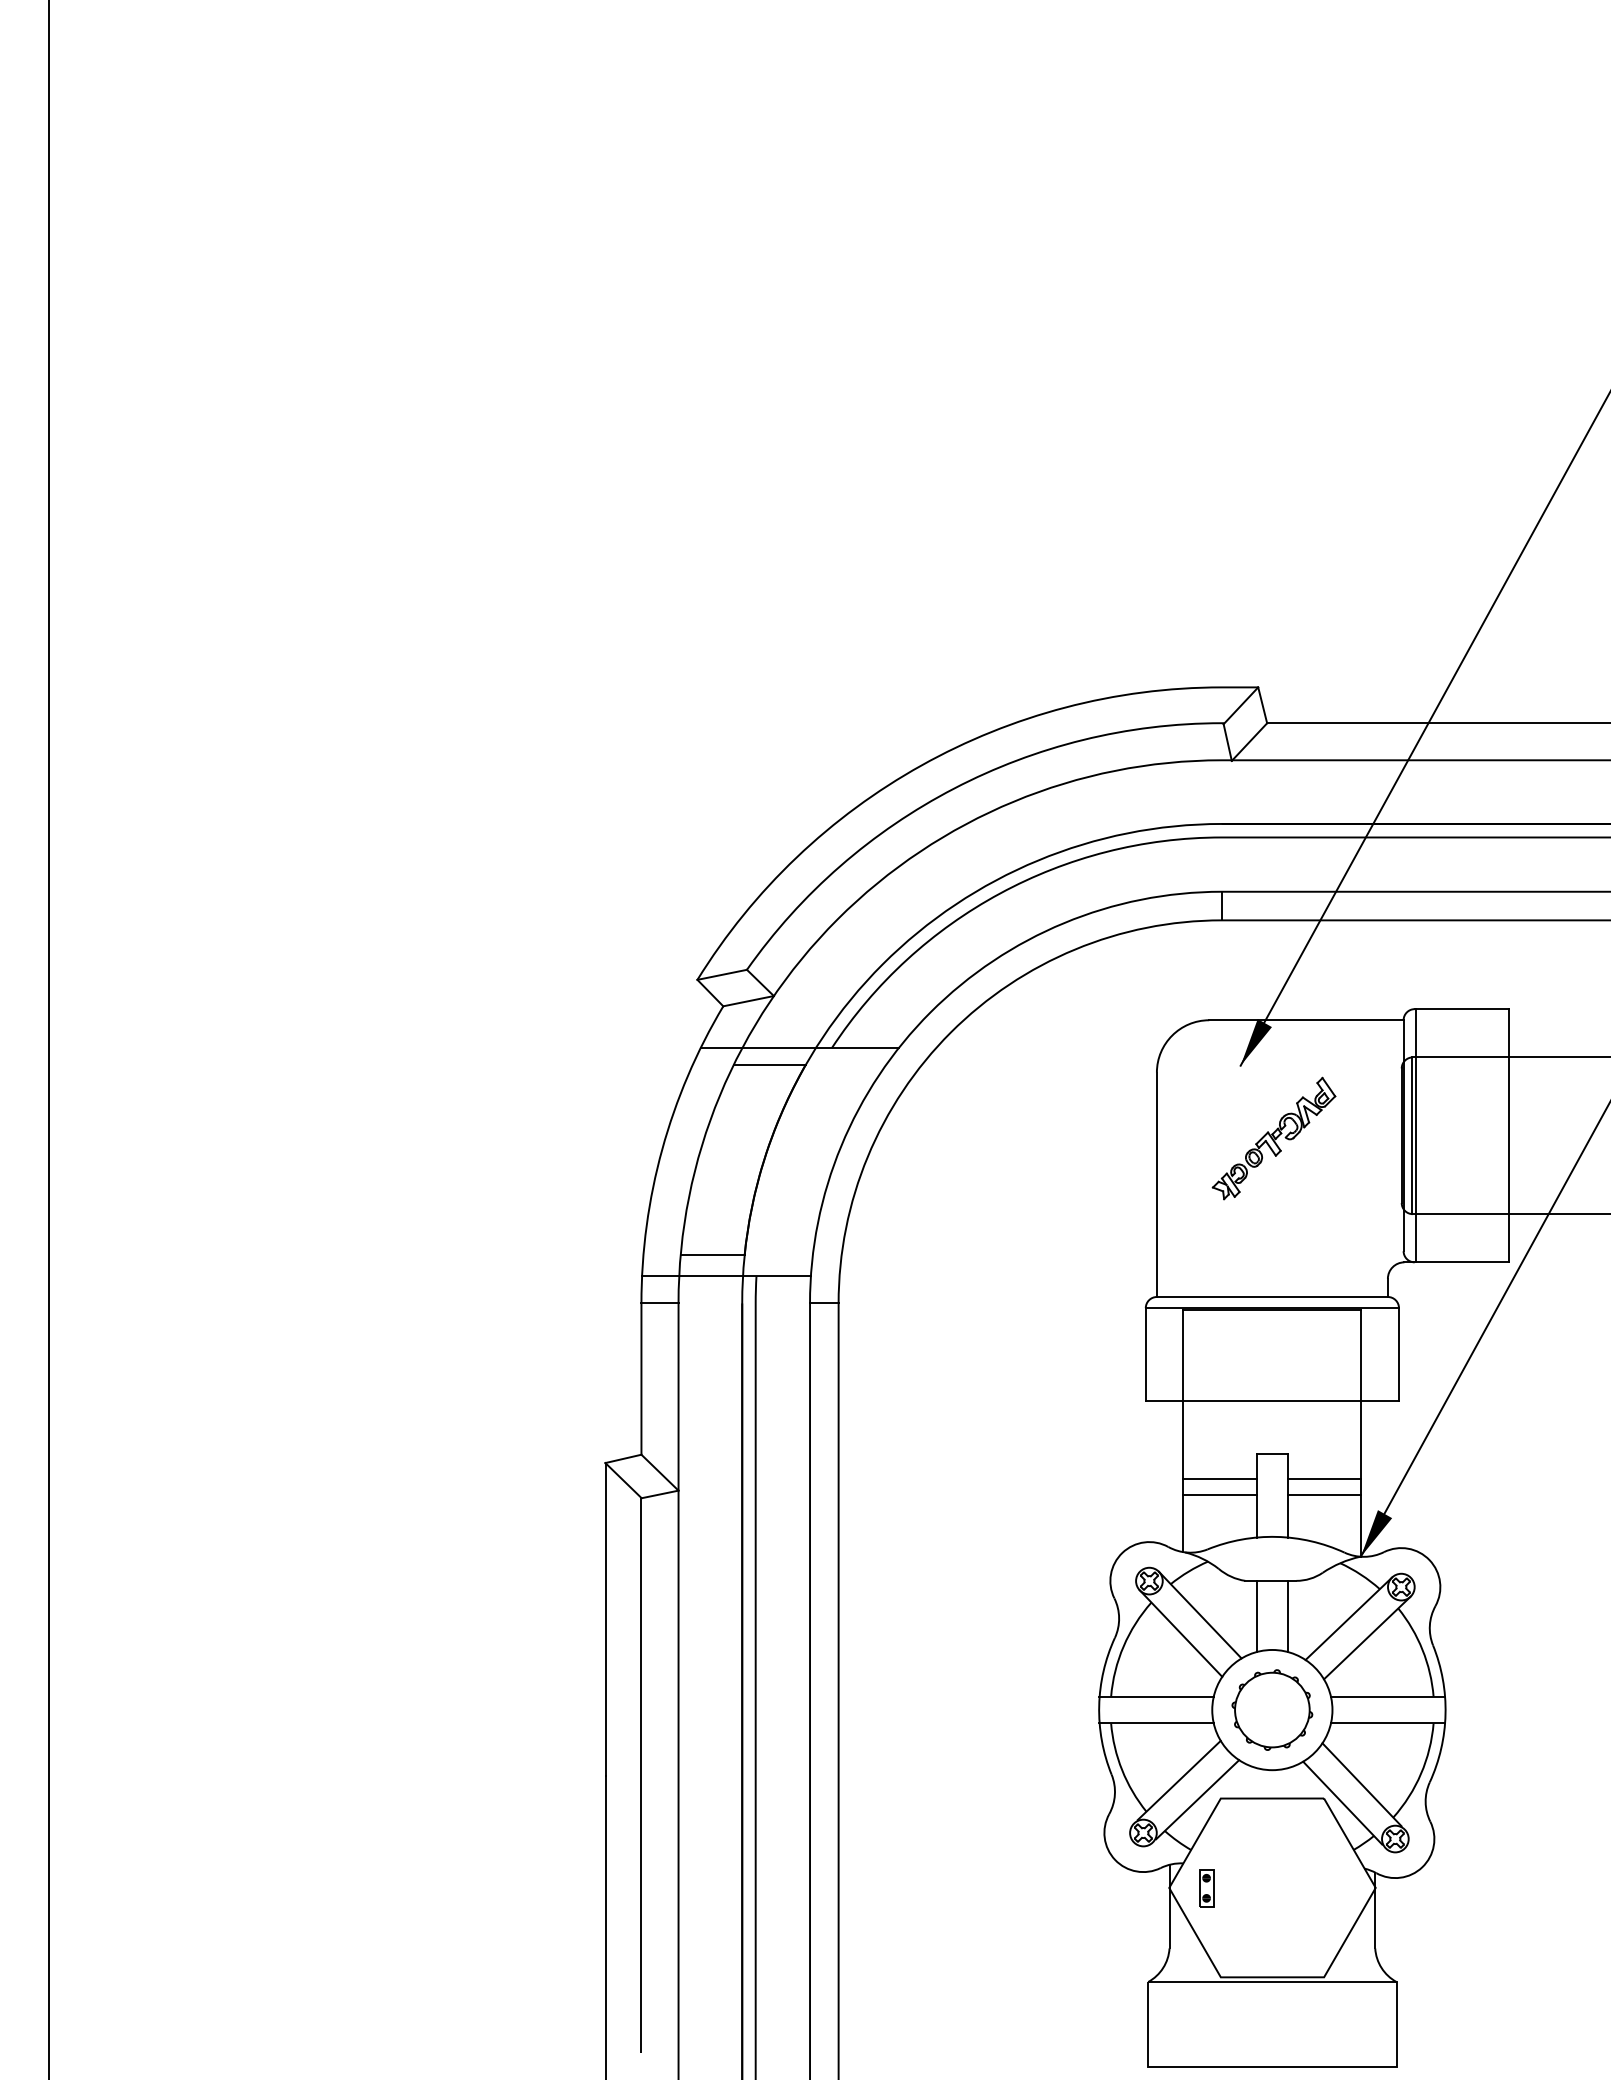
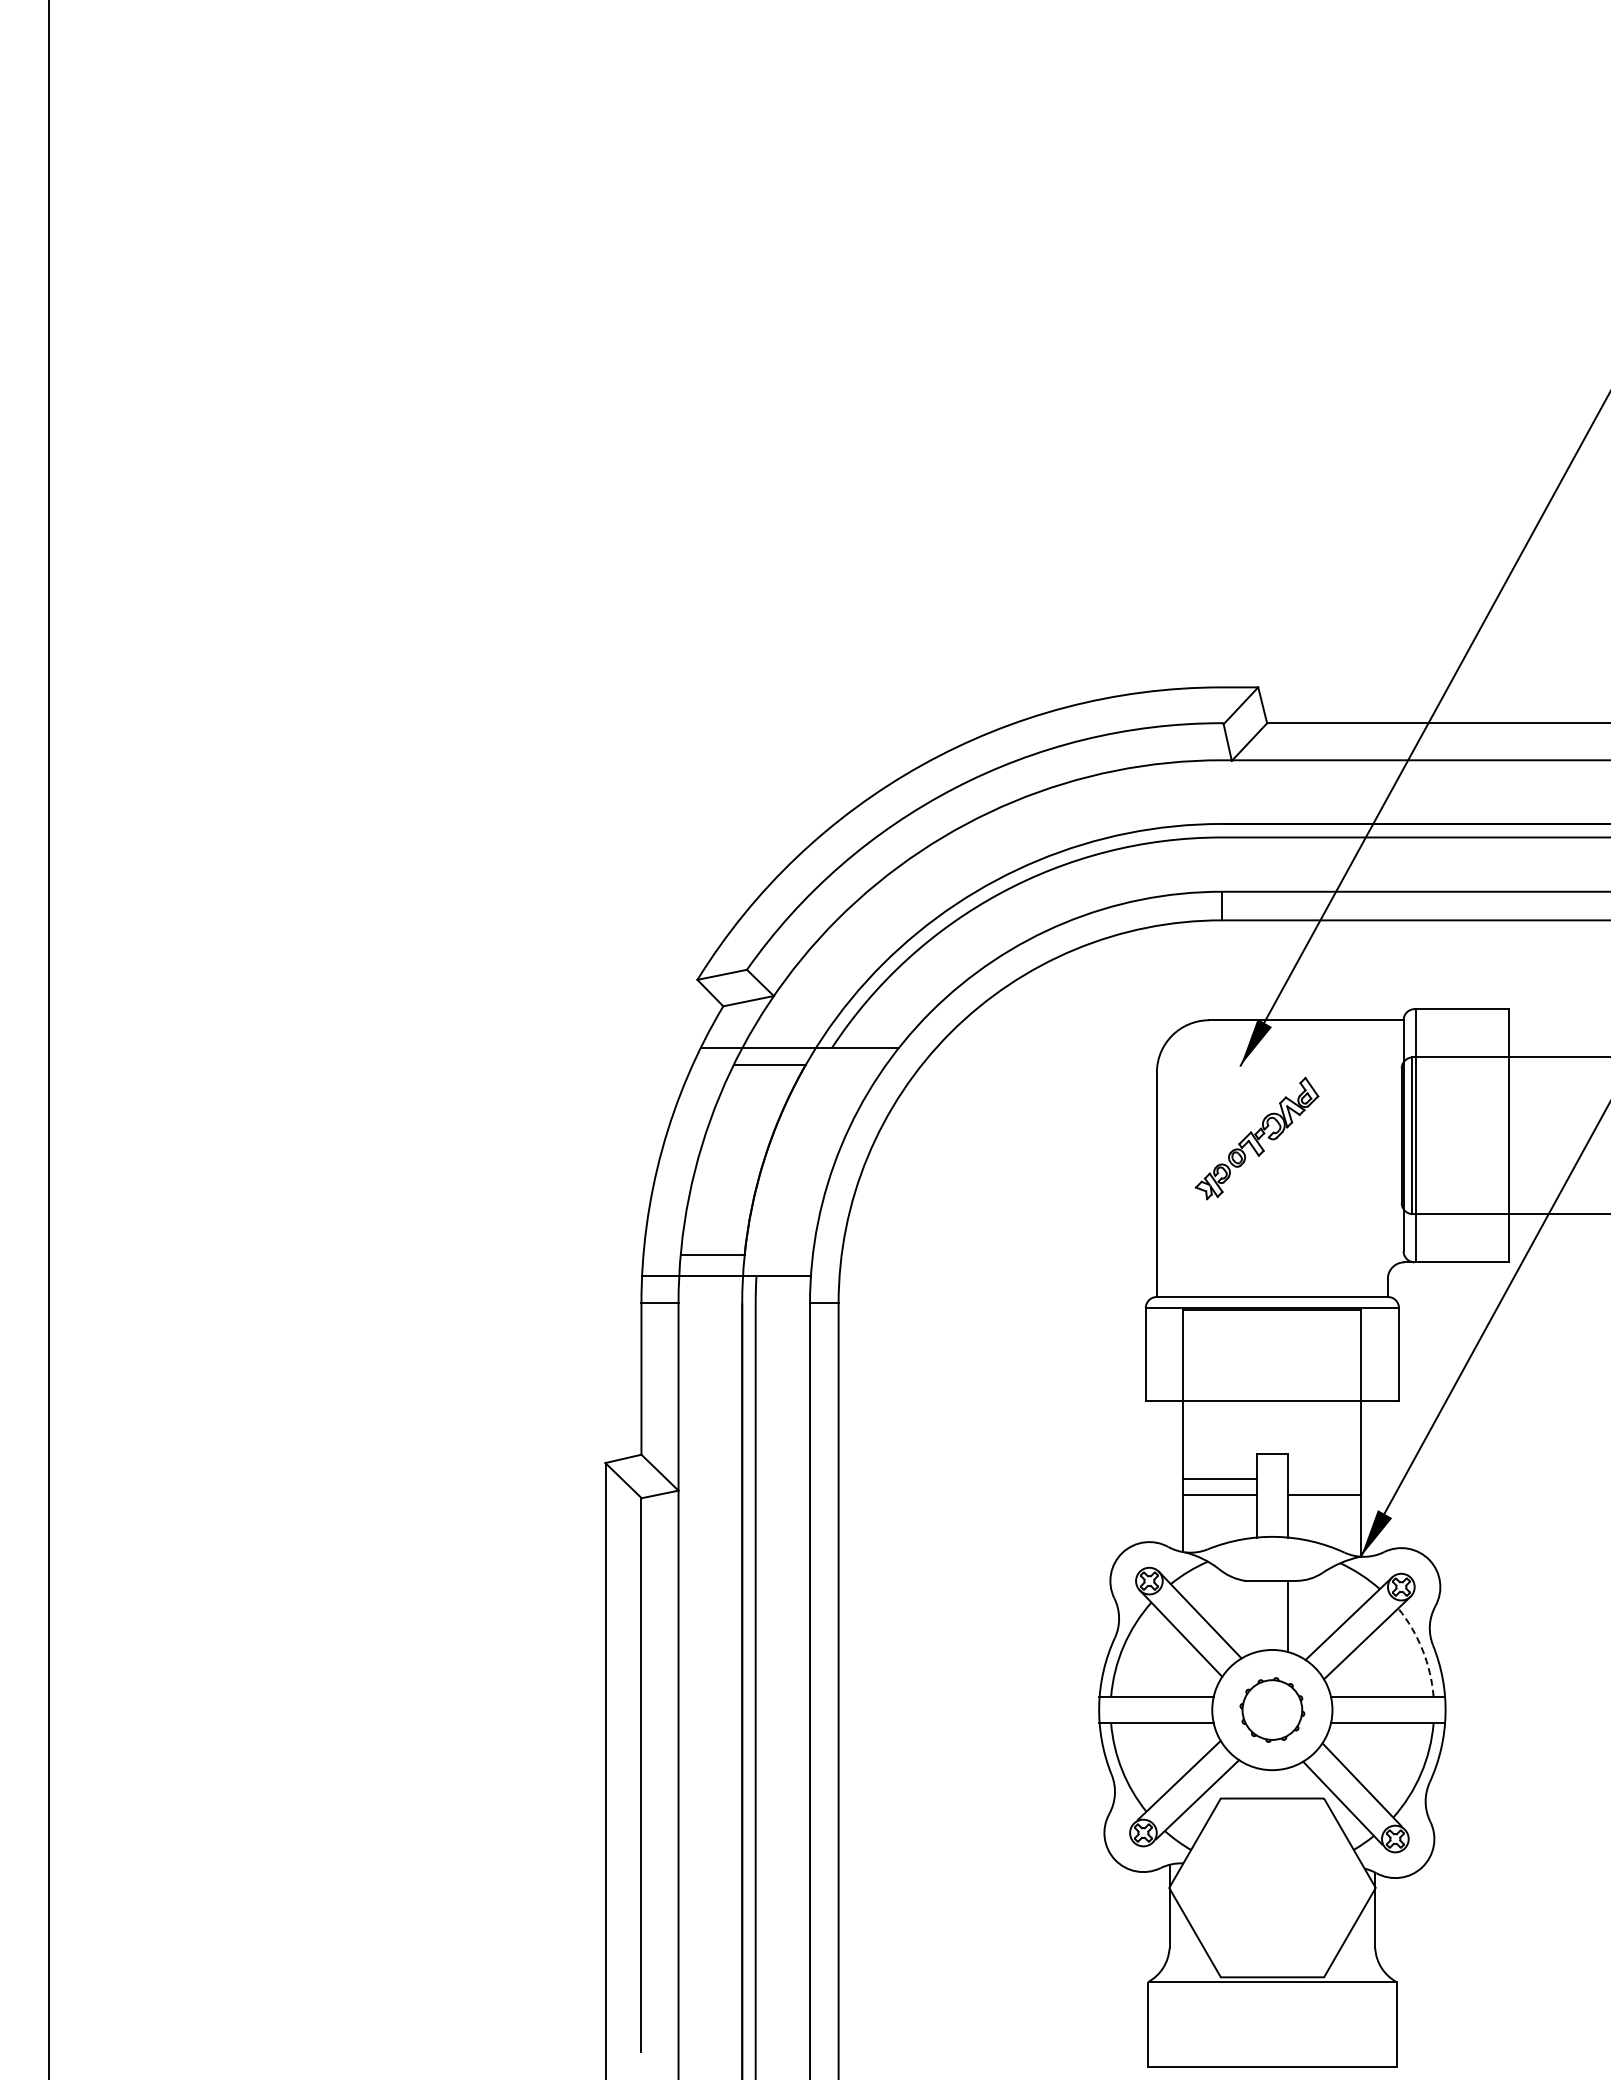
part at (1273, 1138) position: (1273, 1138) -> (1256, 1138)
line at (1324, 1479): present -> none
line at (1256, 1616): present -> none
arc at (1422, 1649): solid -> dashed
part at (1272, 1709) size: 83x82 px -> 67x66 px
part at (1206, 1888): present -> none
